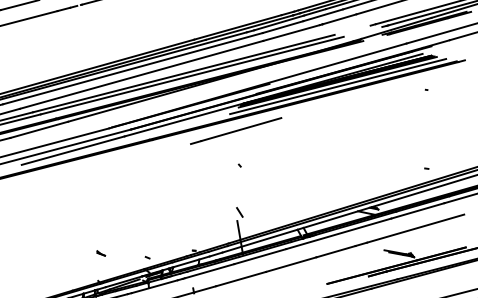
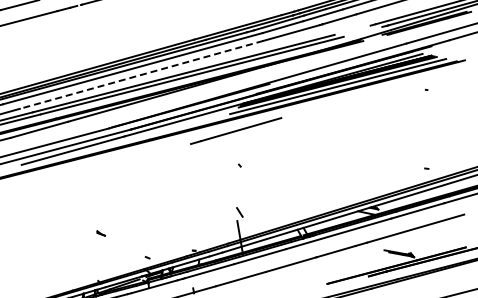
line at (141, 75): solid -> dashed
part at (101, 253) position: (101, 253) -> (101, 233)
